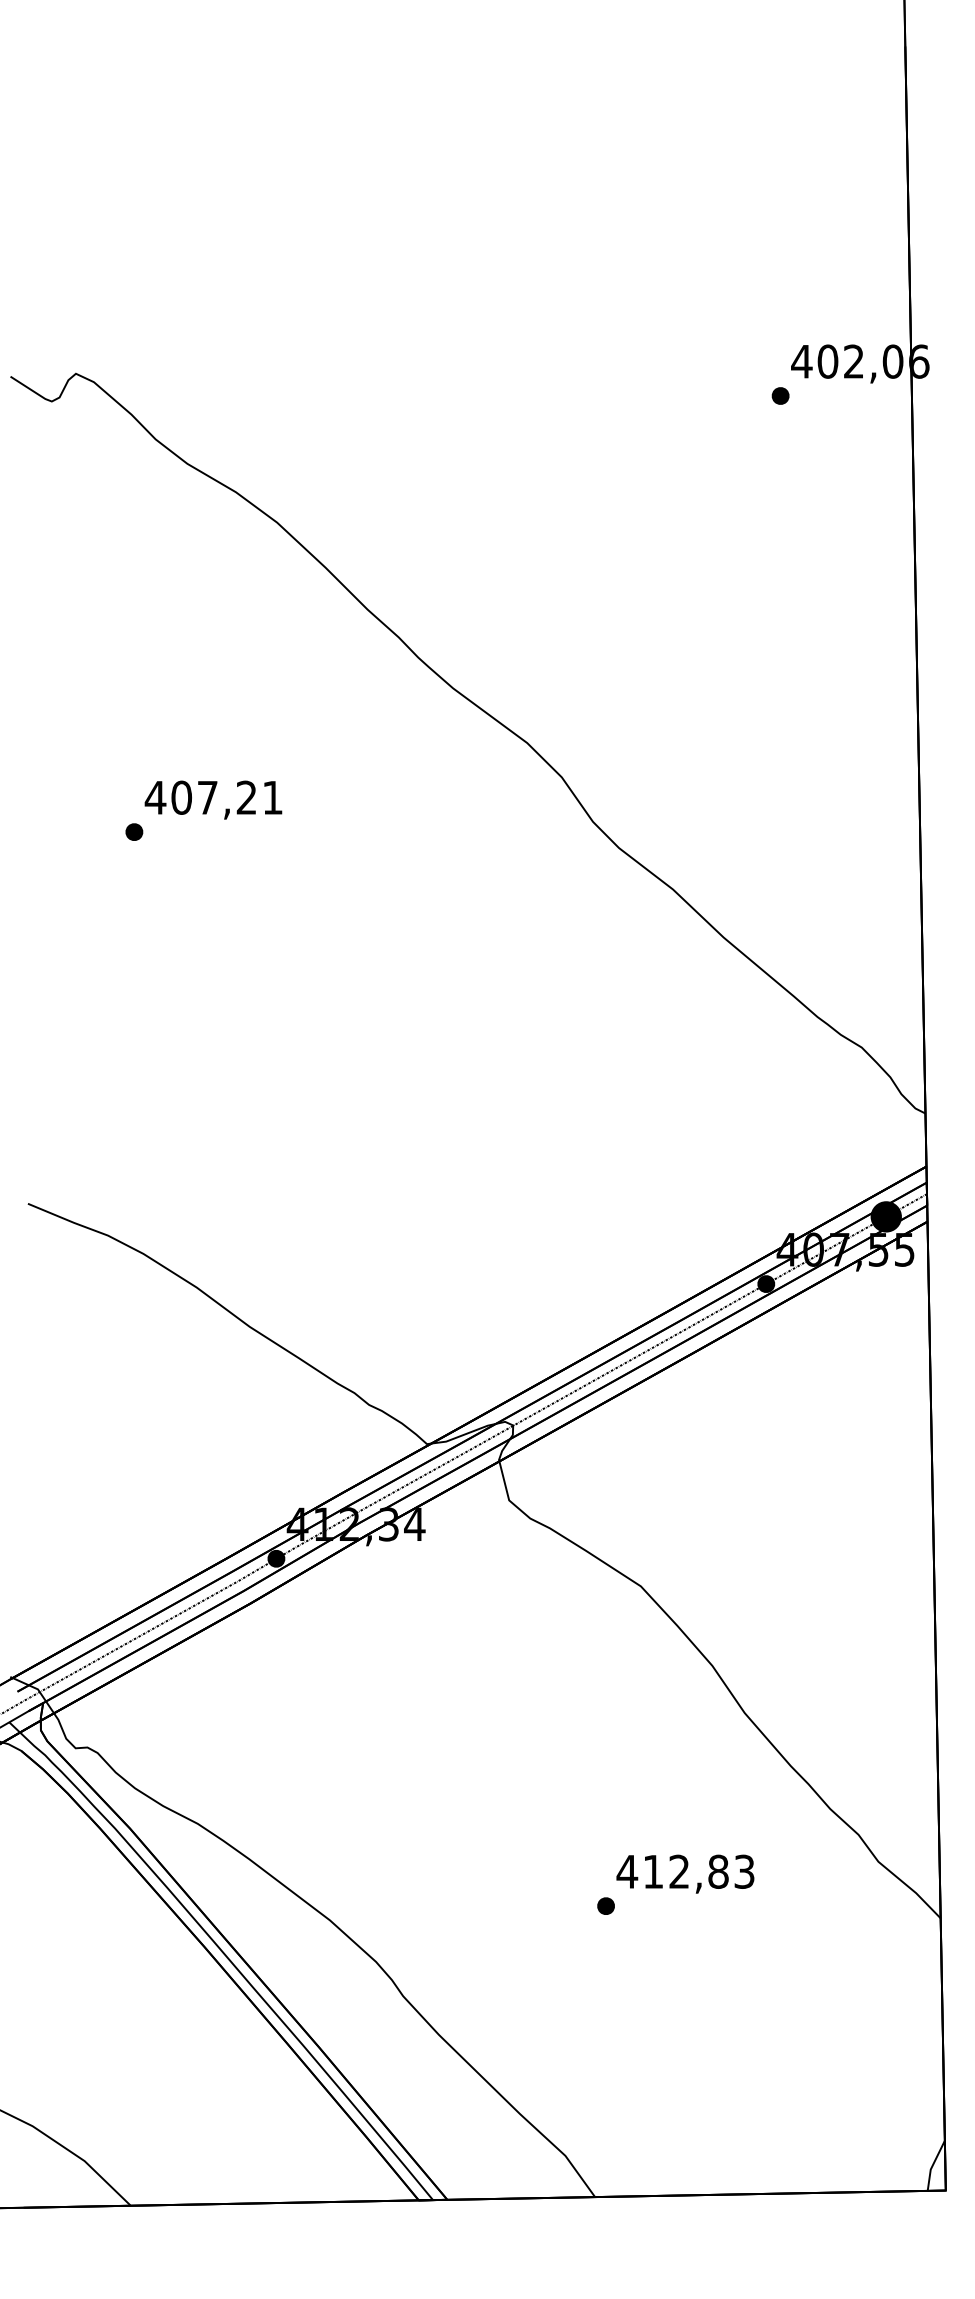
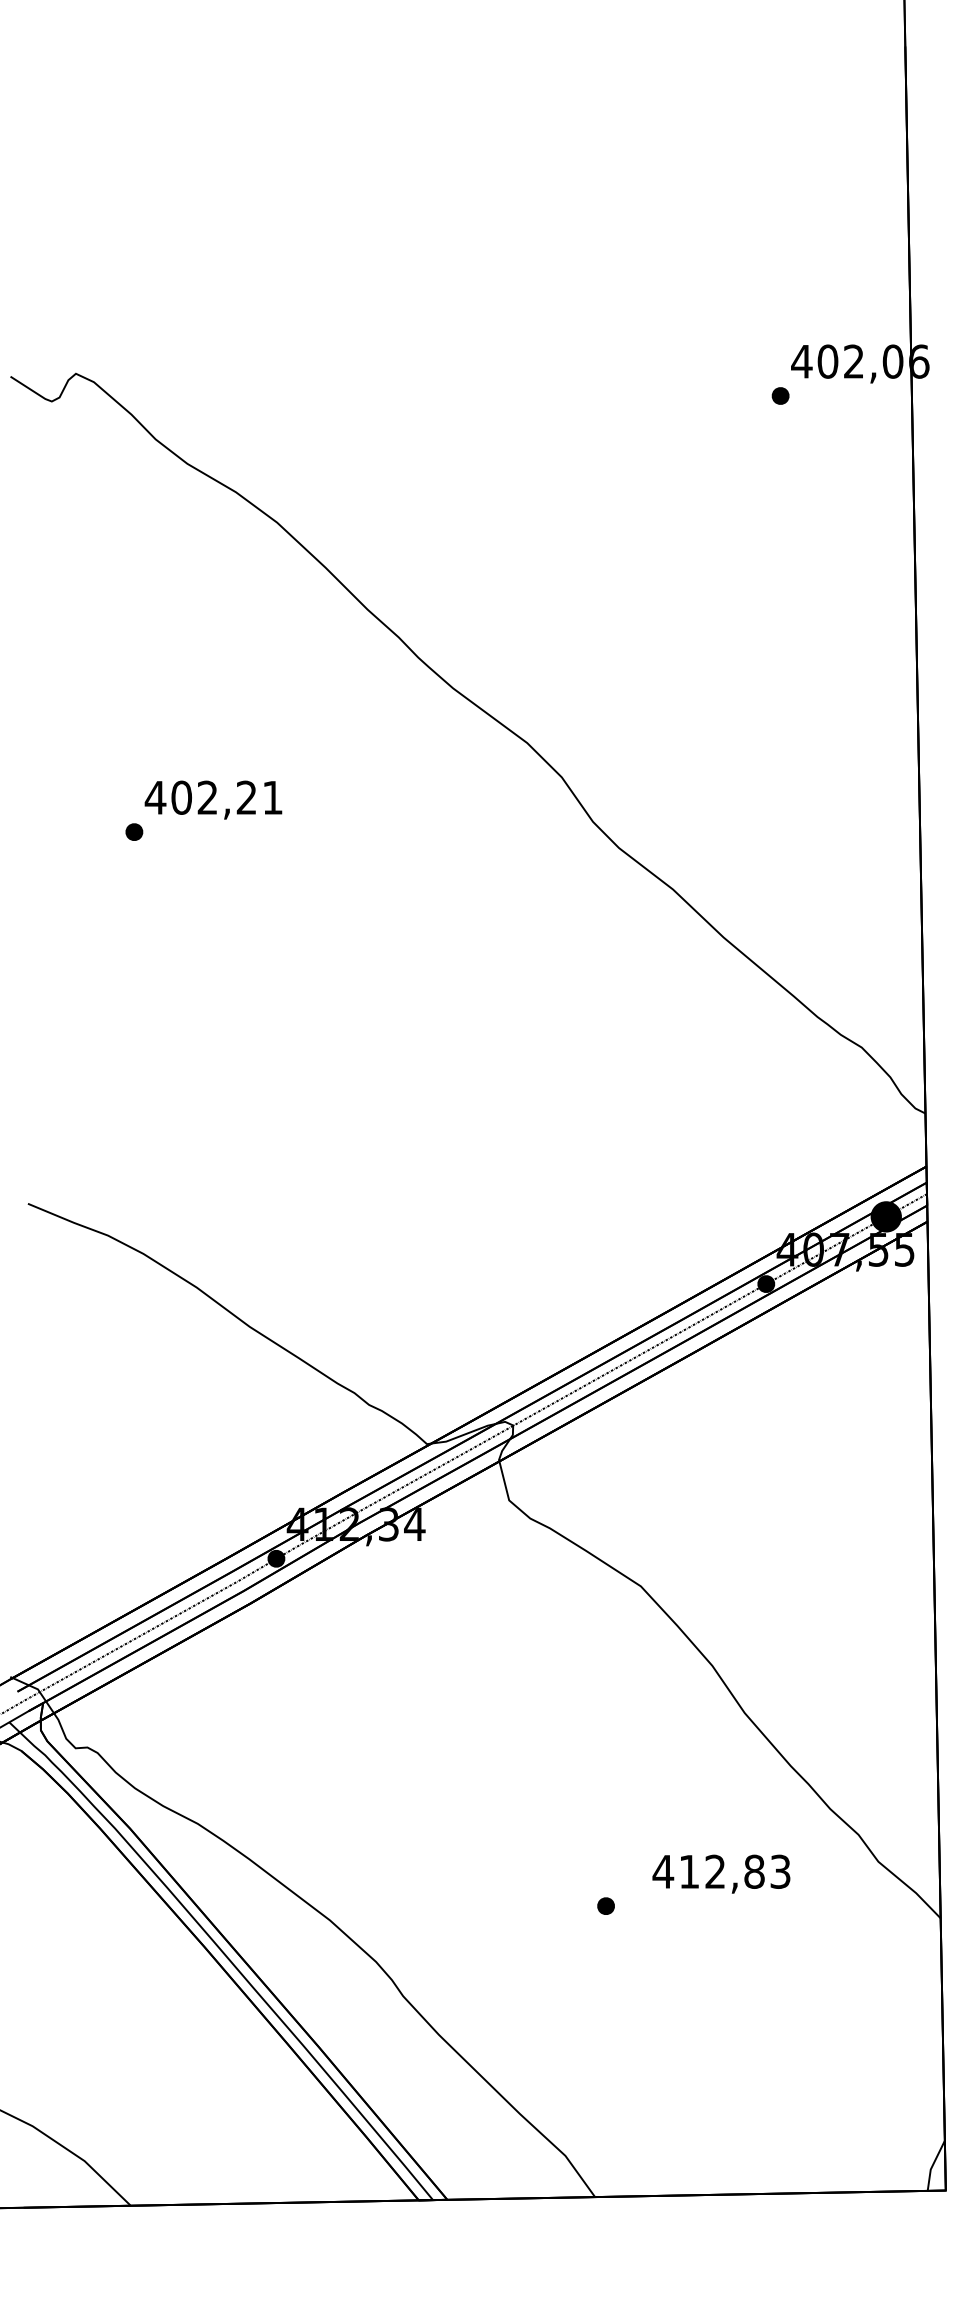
text at (207, 797): 407,21 -> 402,21
text at (685, 1873) position: (685, 1873) -> (721, 1873)
